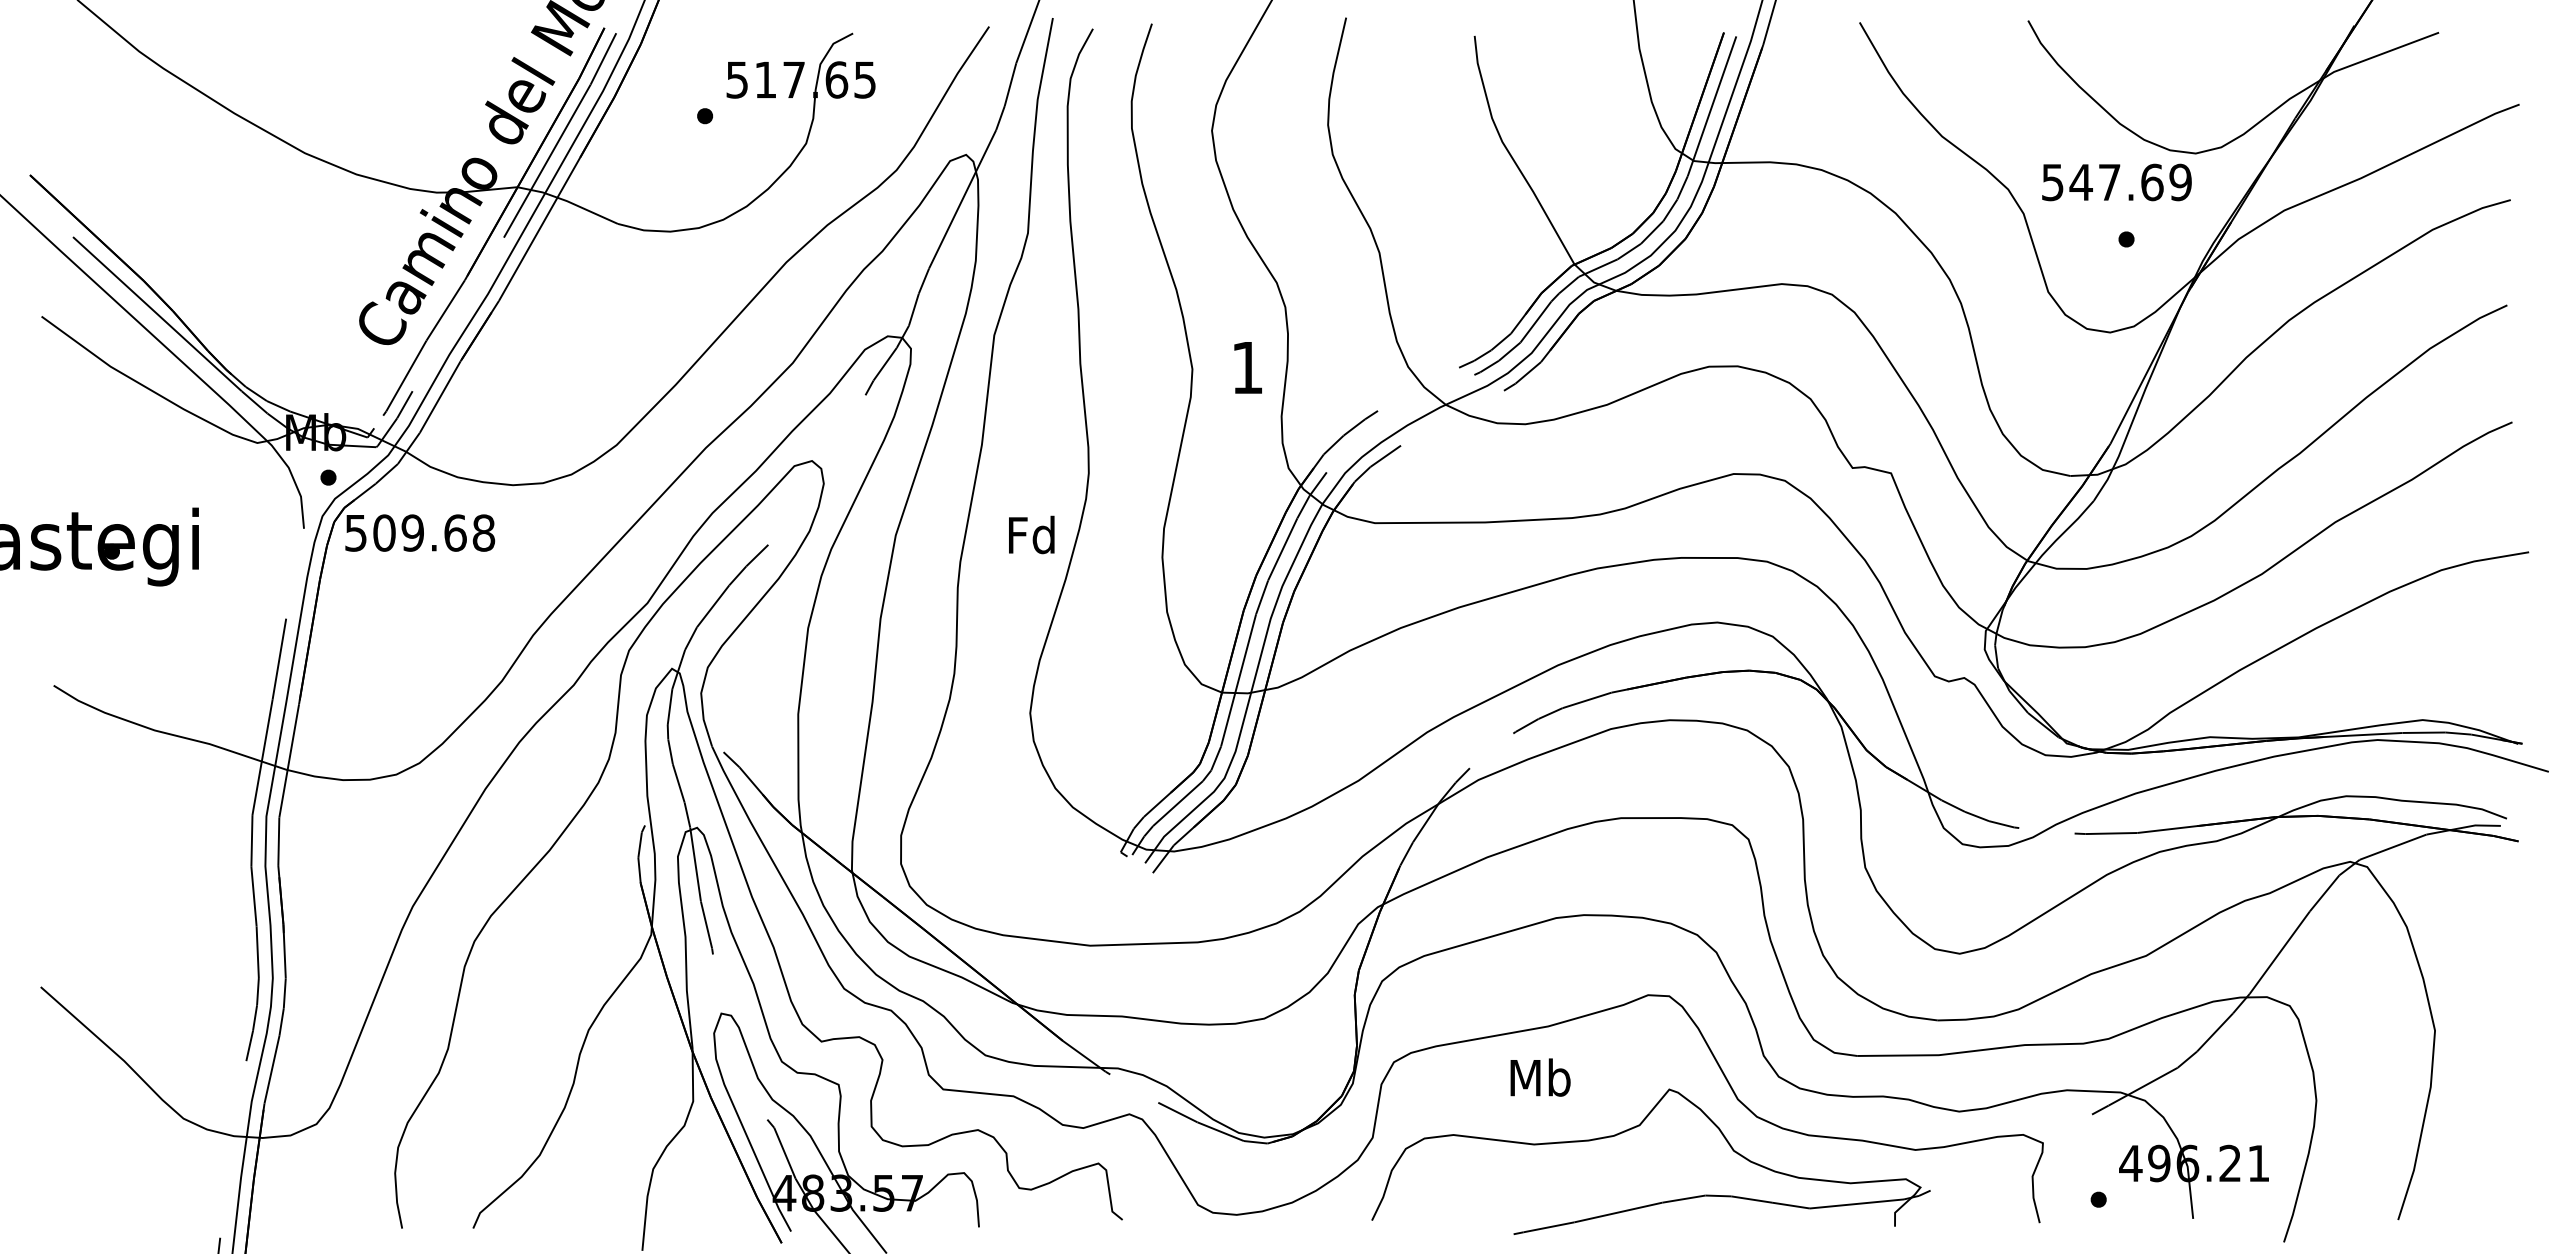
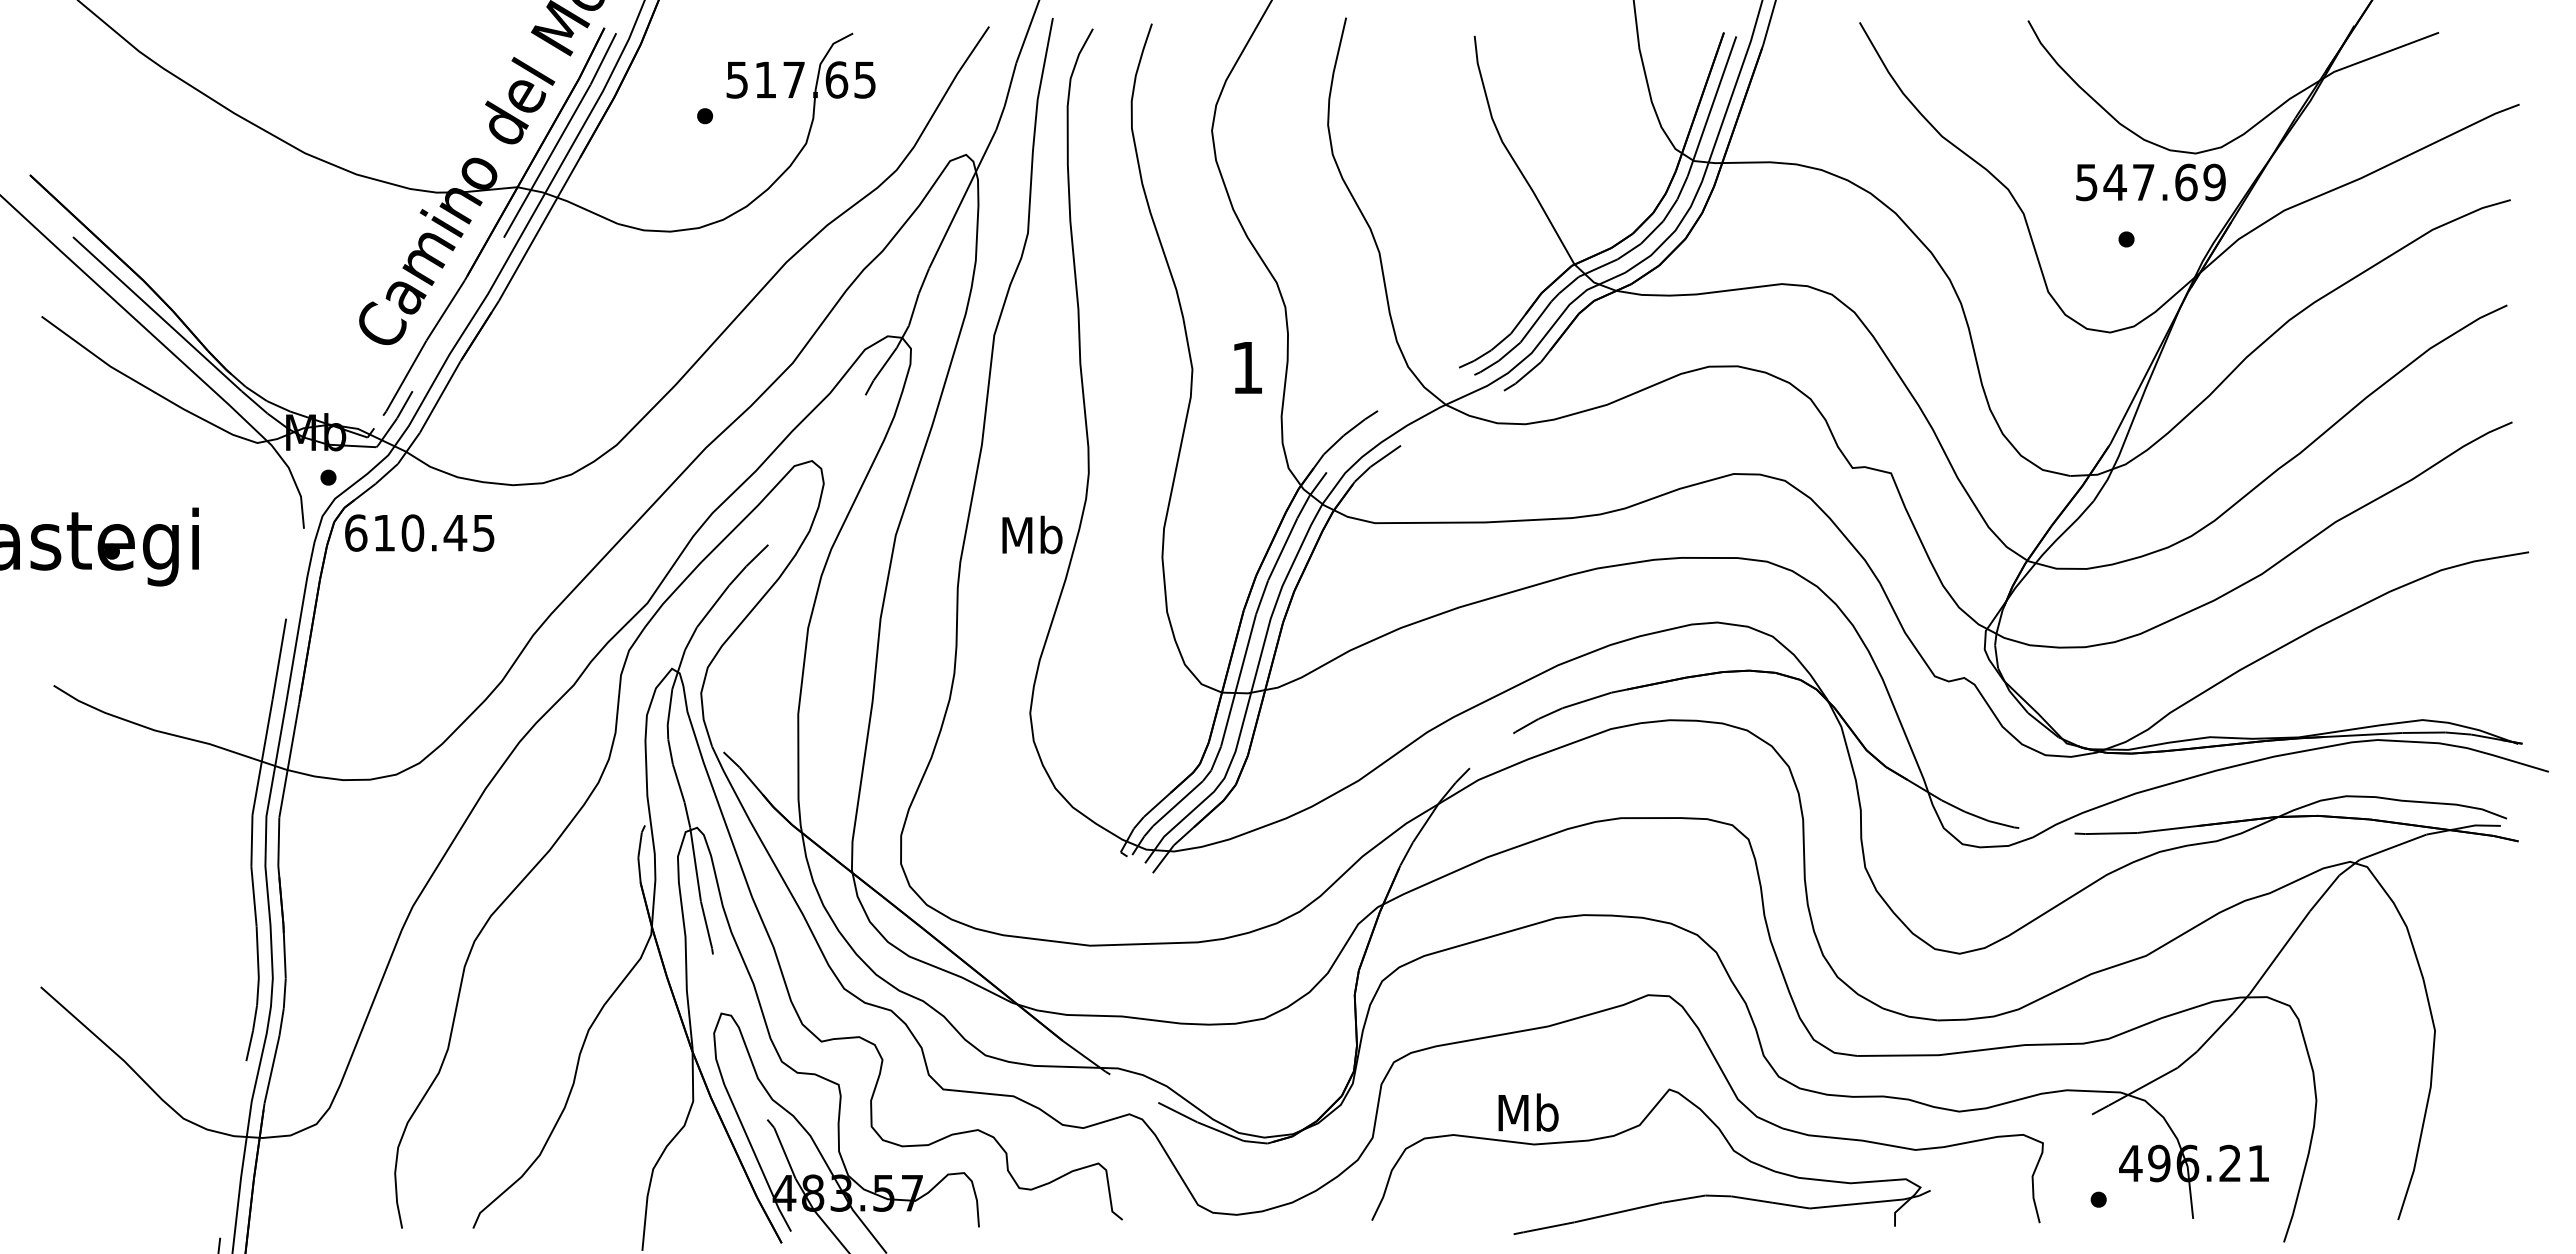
text at (2116, 182) position: (2116, 182) -> (2150, 182)
text at (420, 532): 509.68 -> 610.45
text at (1032, 534): Fd -> Mb
text at (1540, 1077) position: (1540, 1077) -> (1528, 1112)
